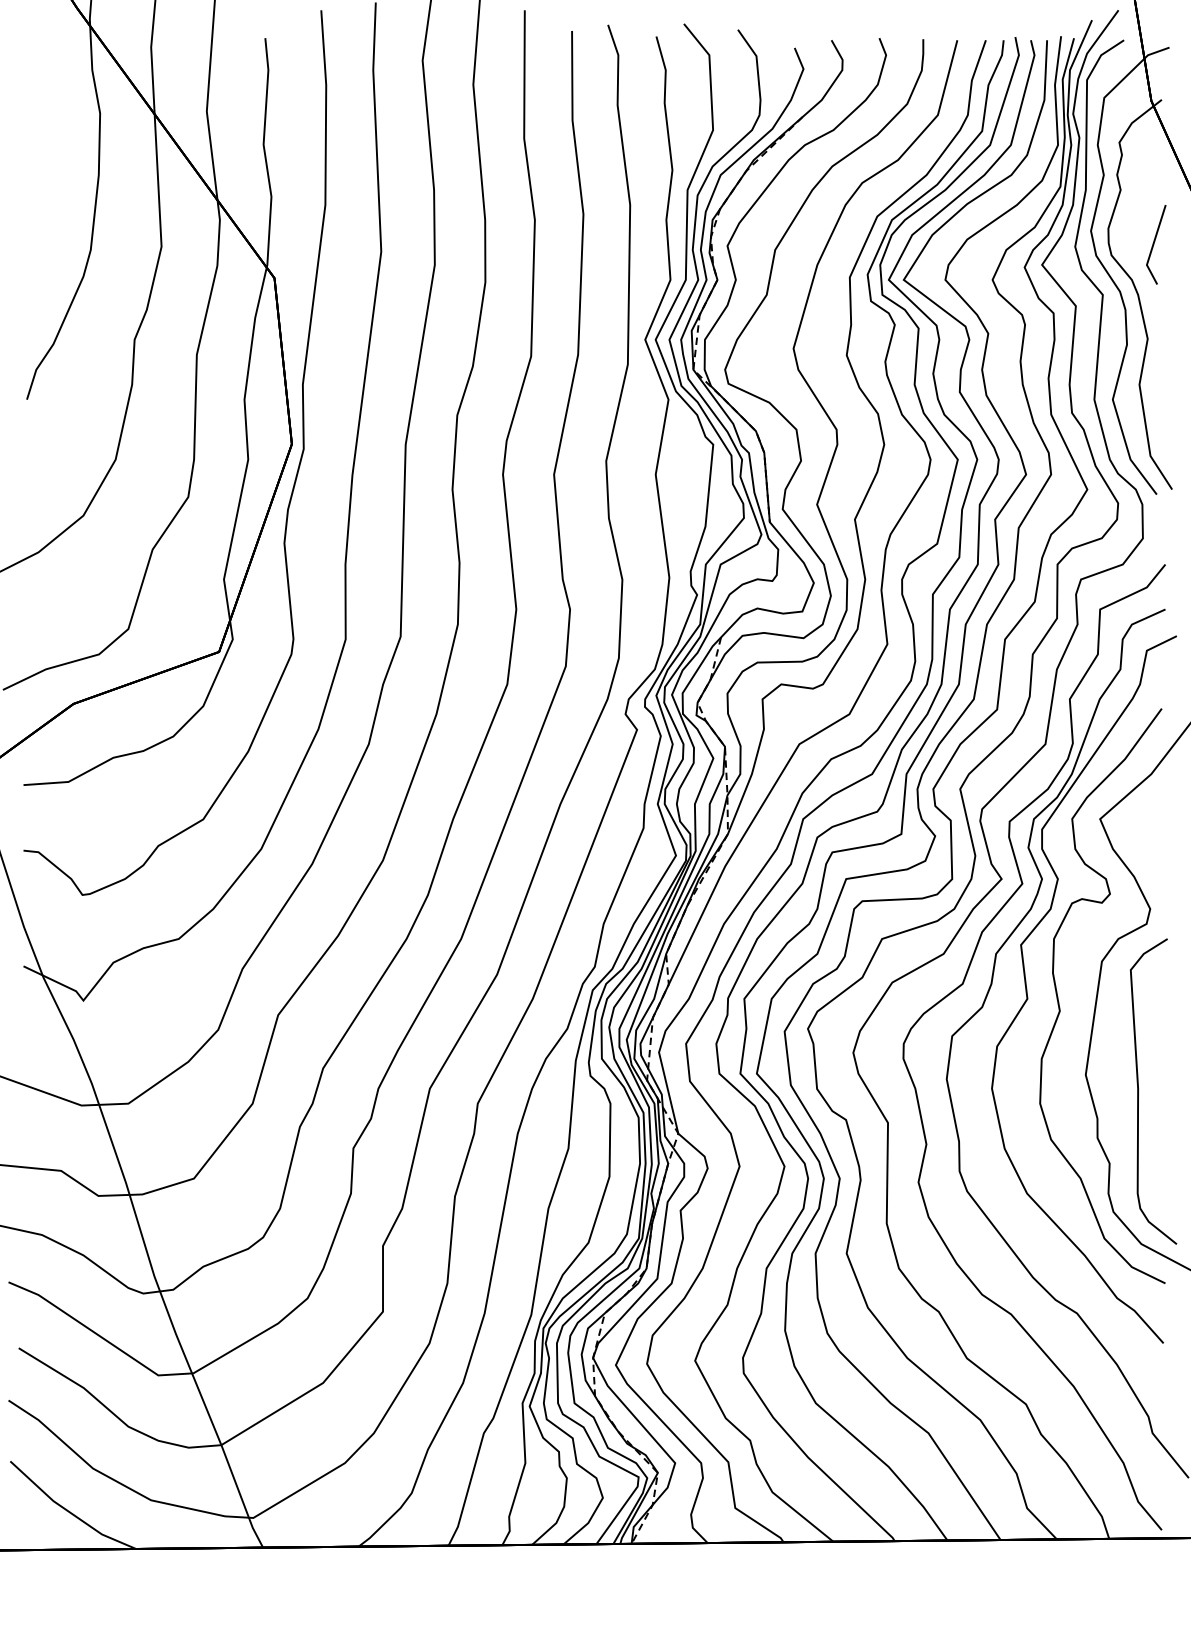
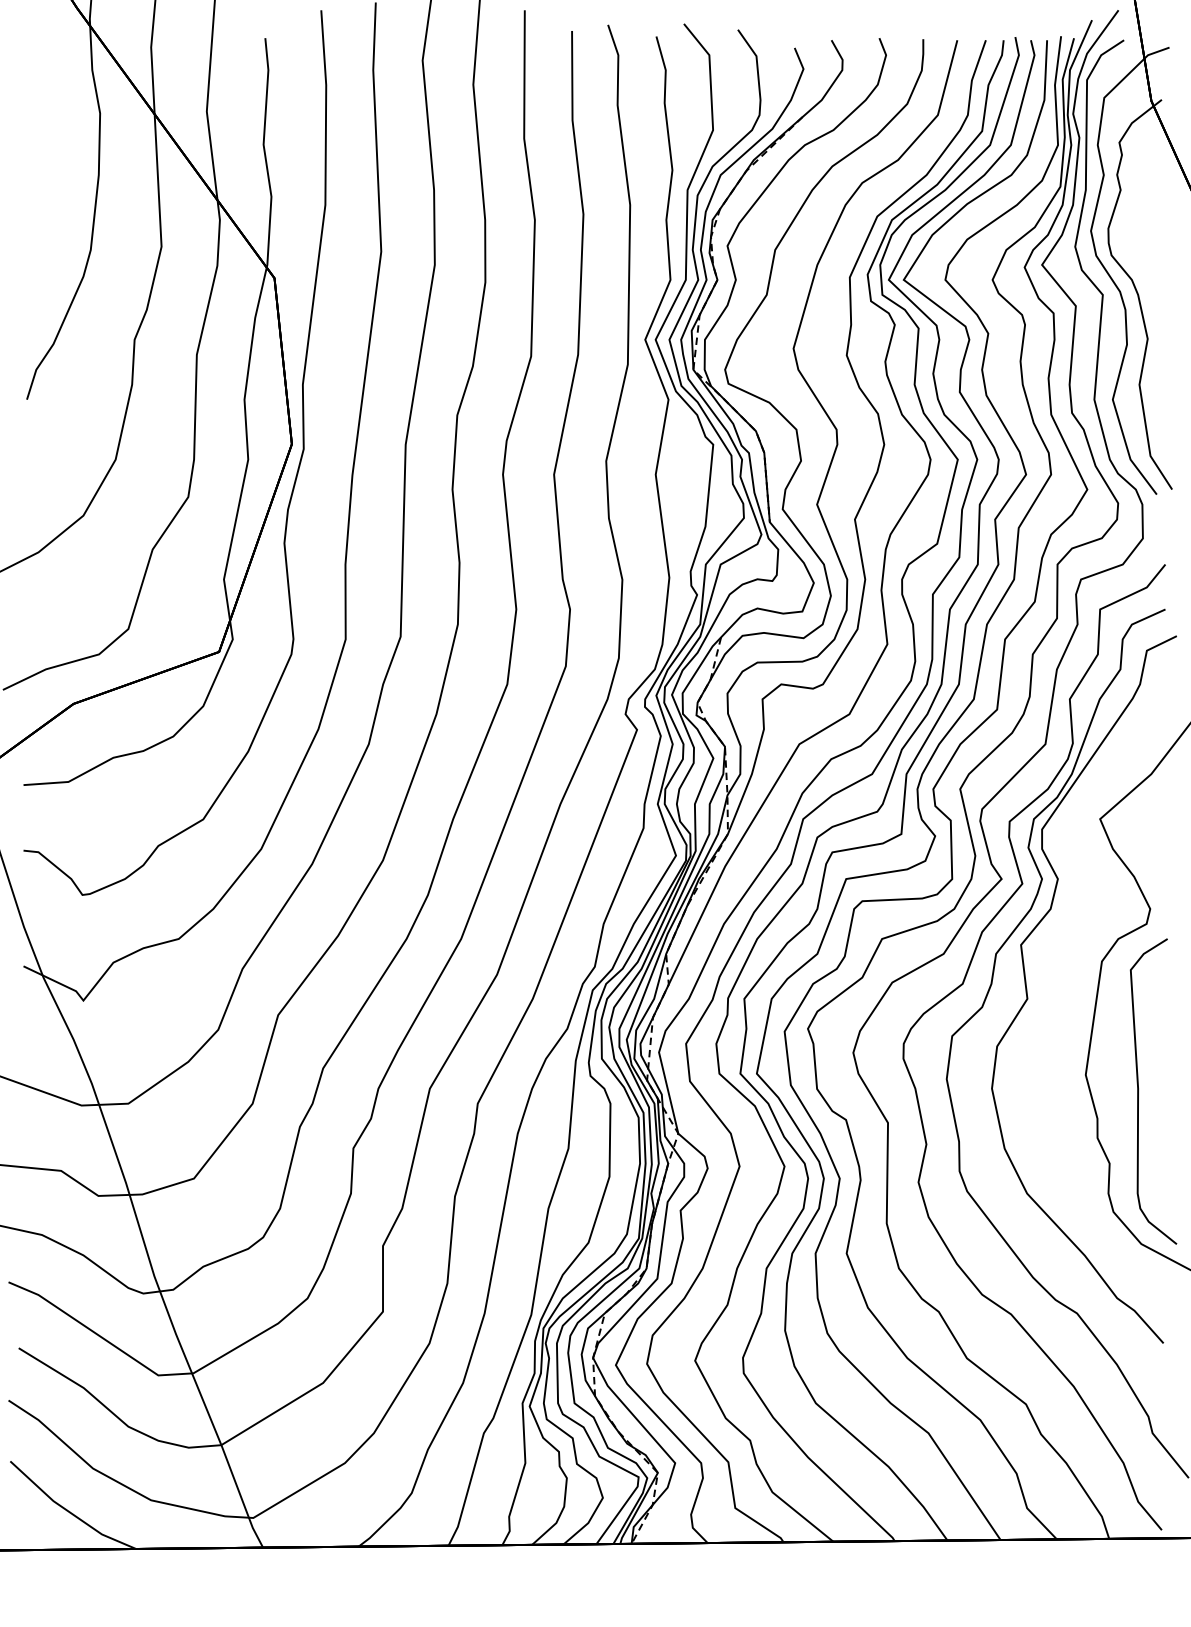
line at (1154, 244): present -> none
curve at (1059, 1002): present -> none
